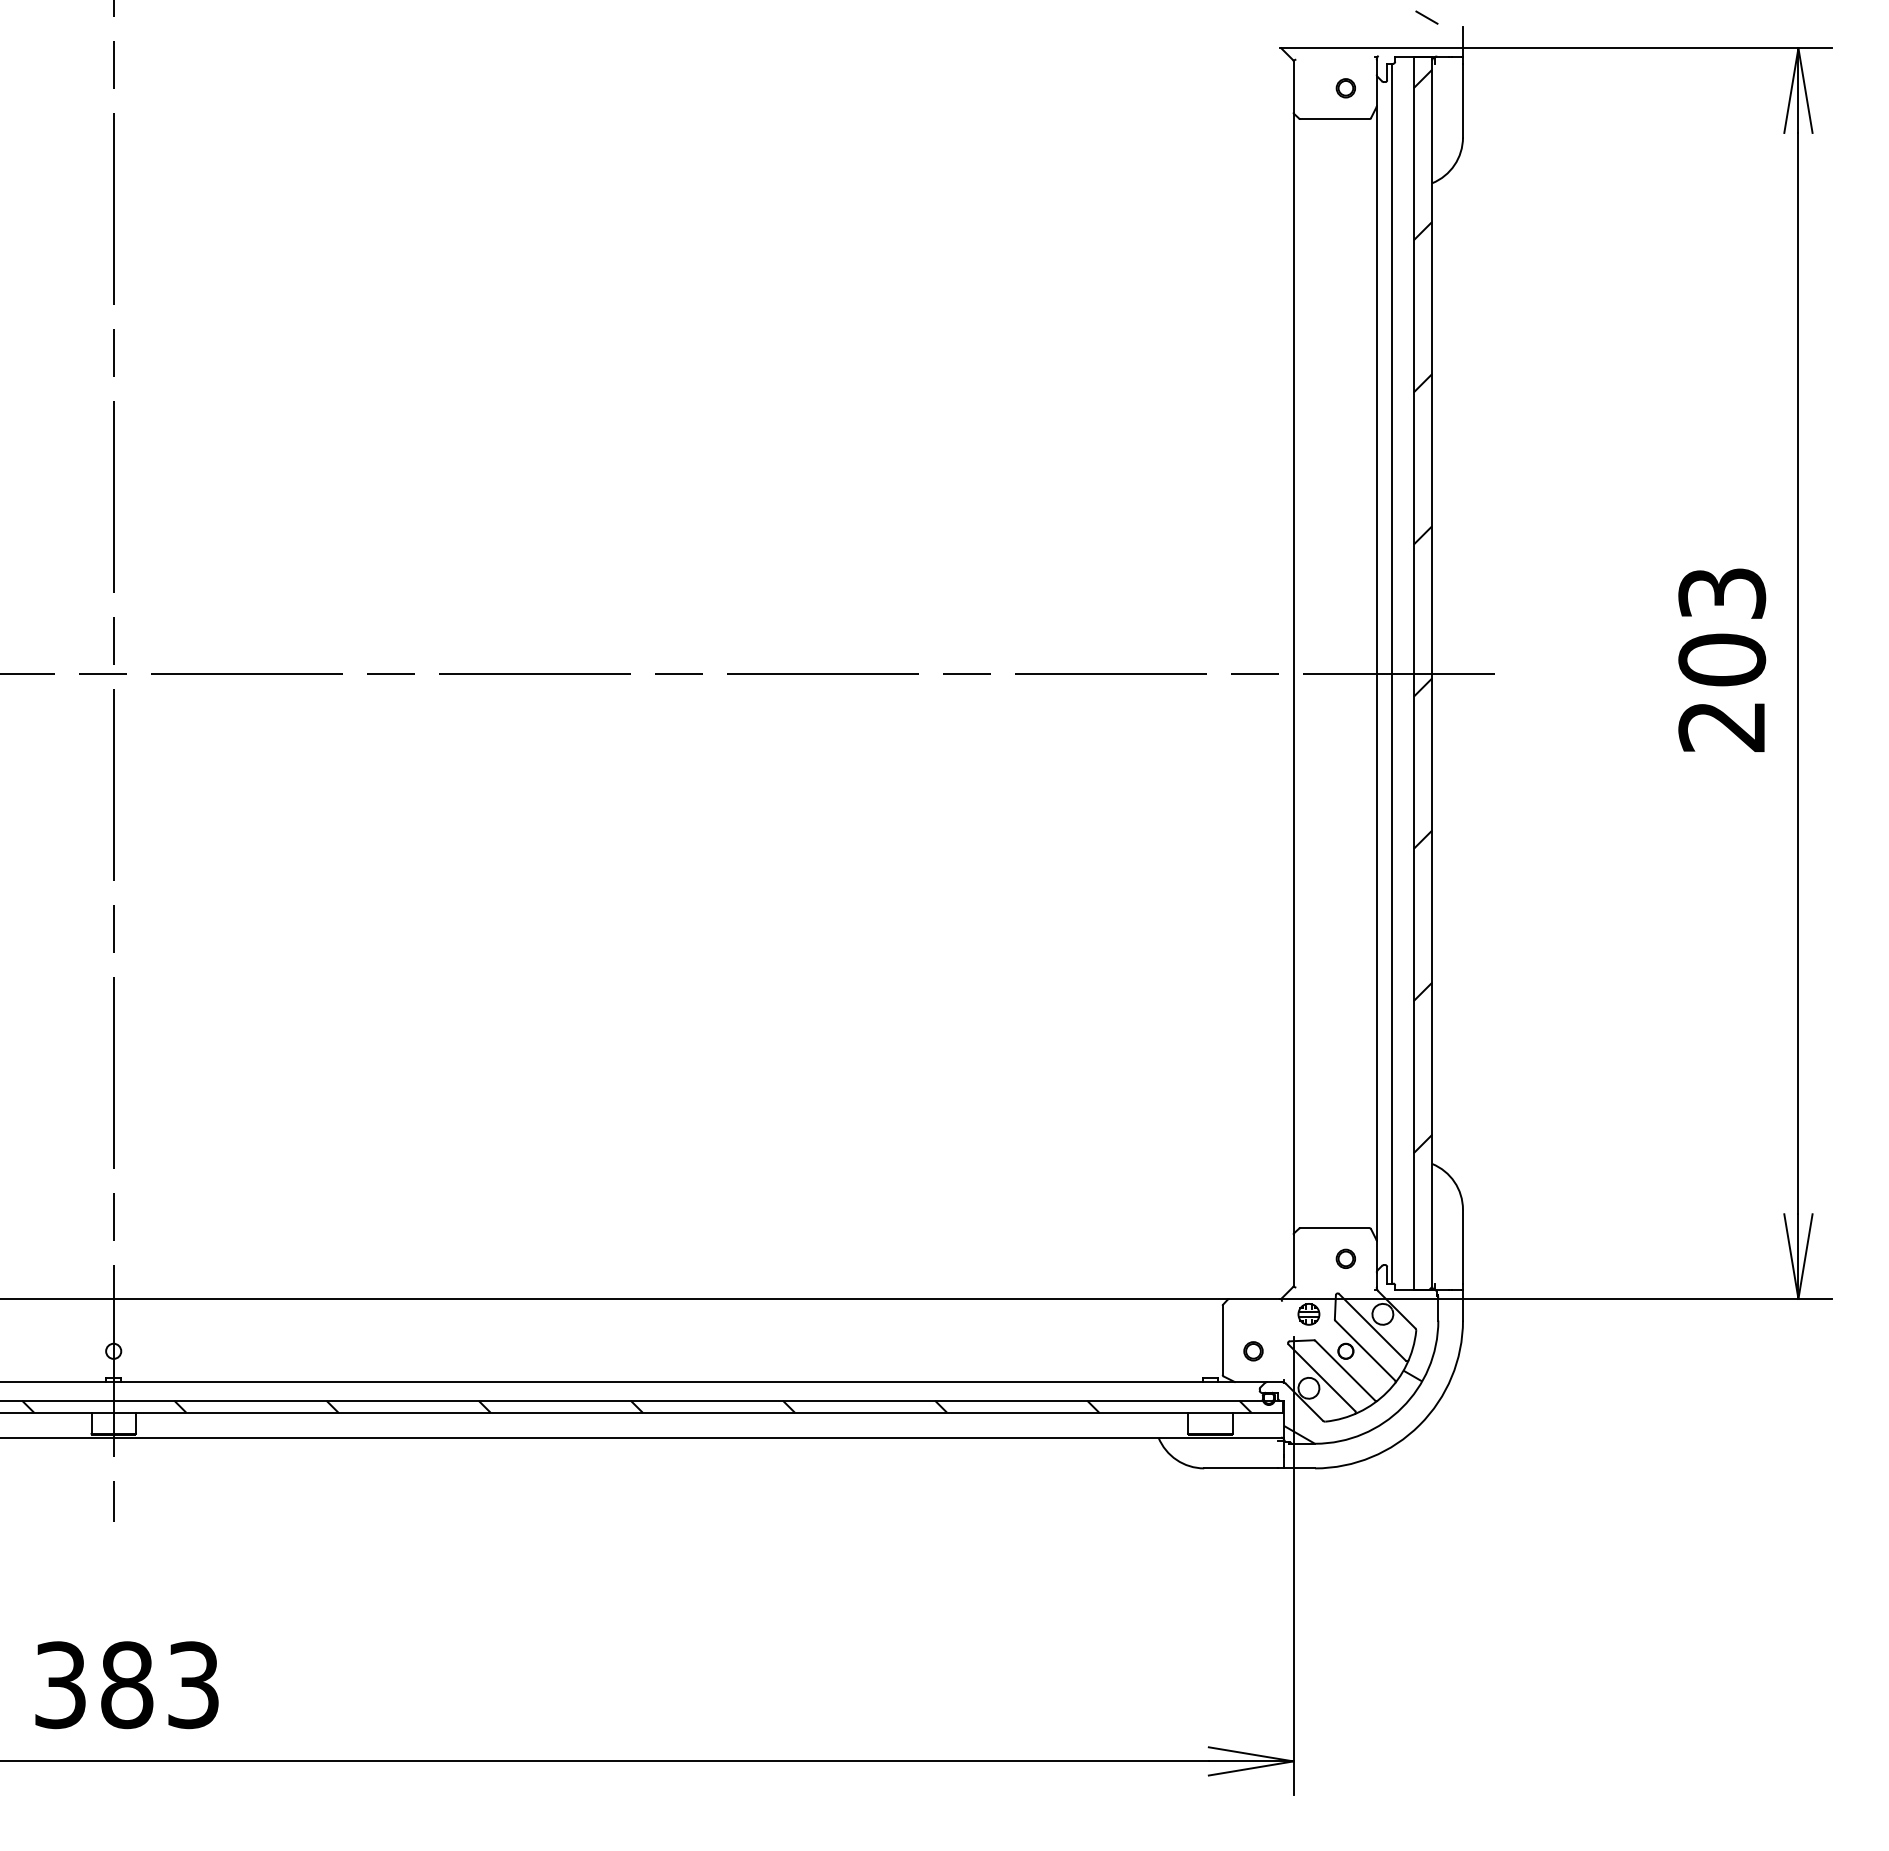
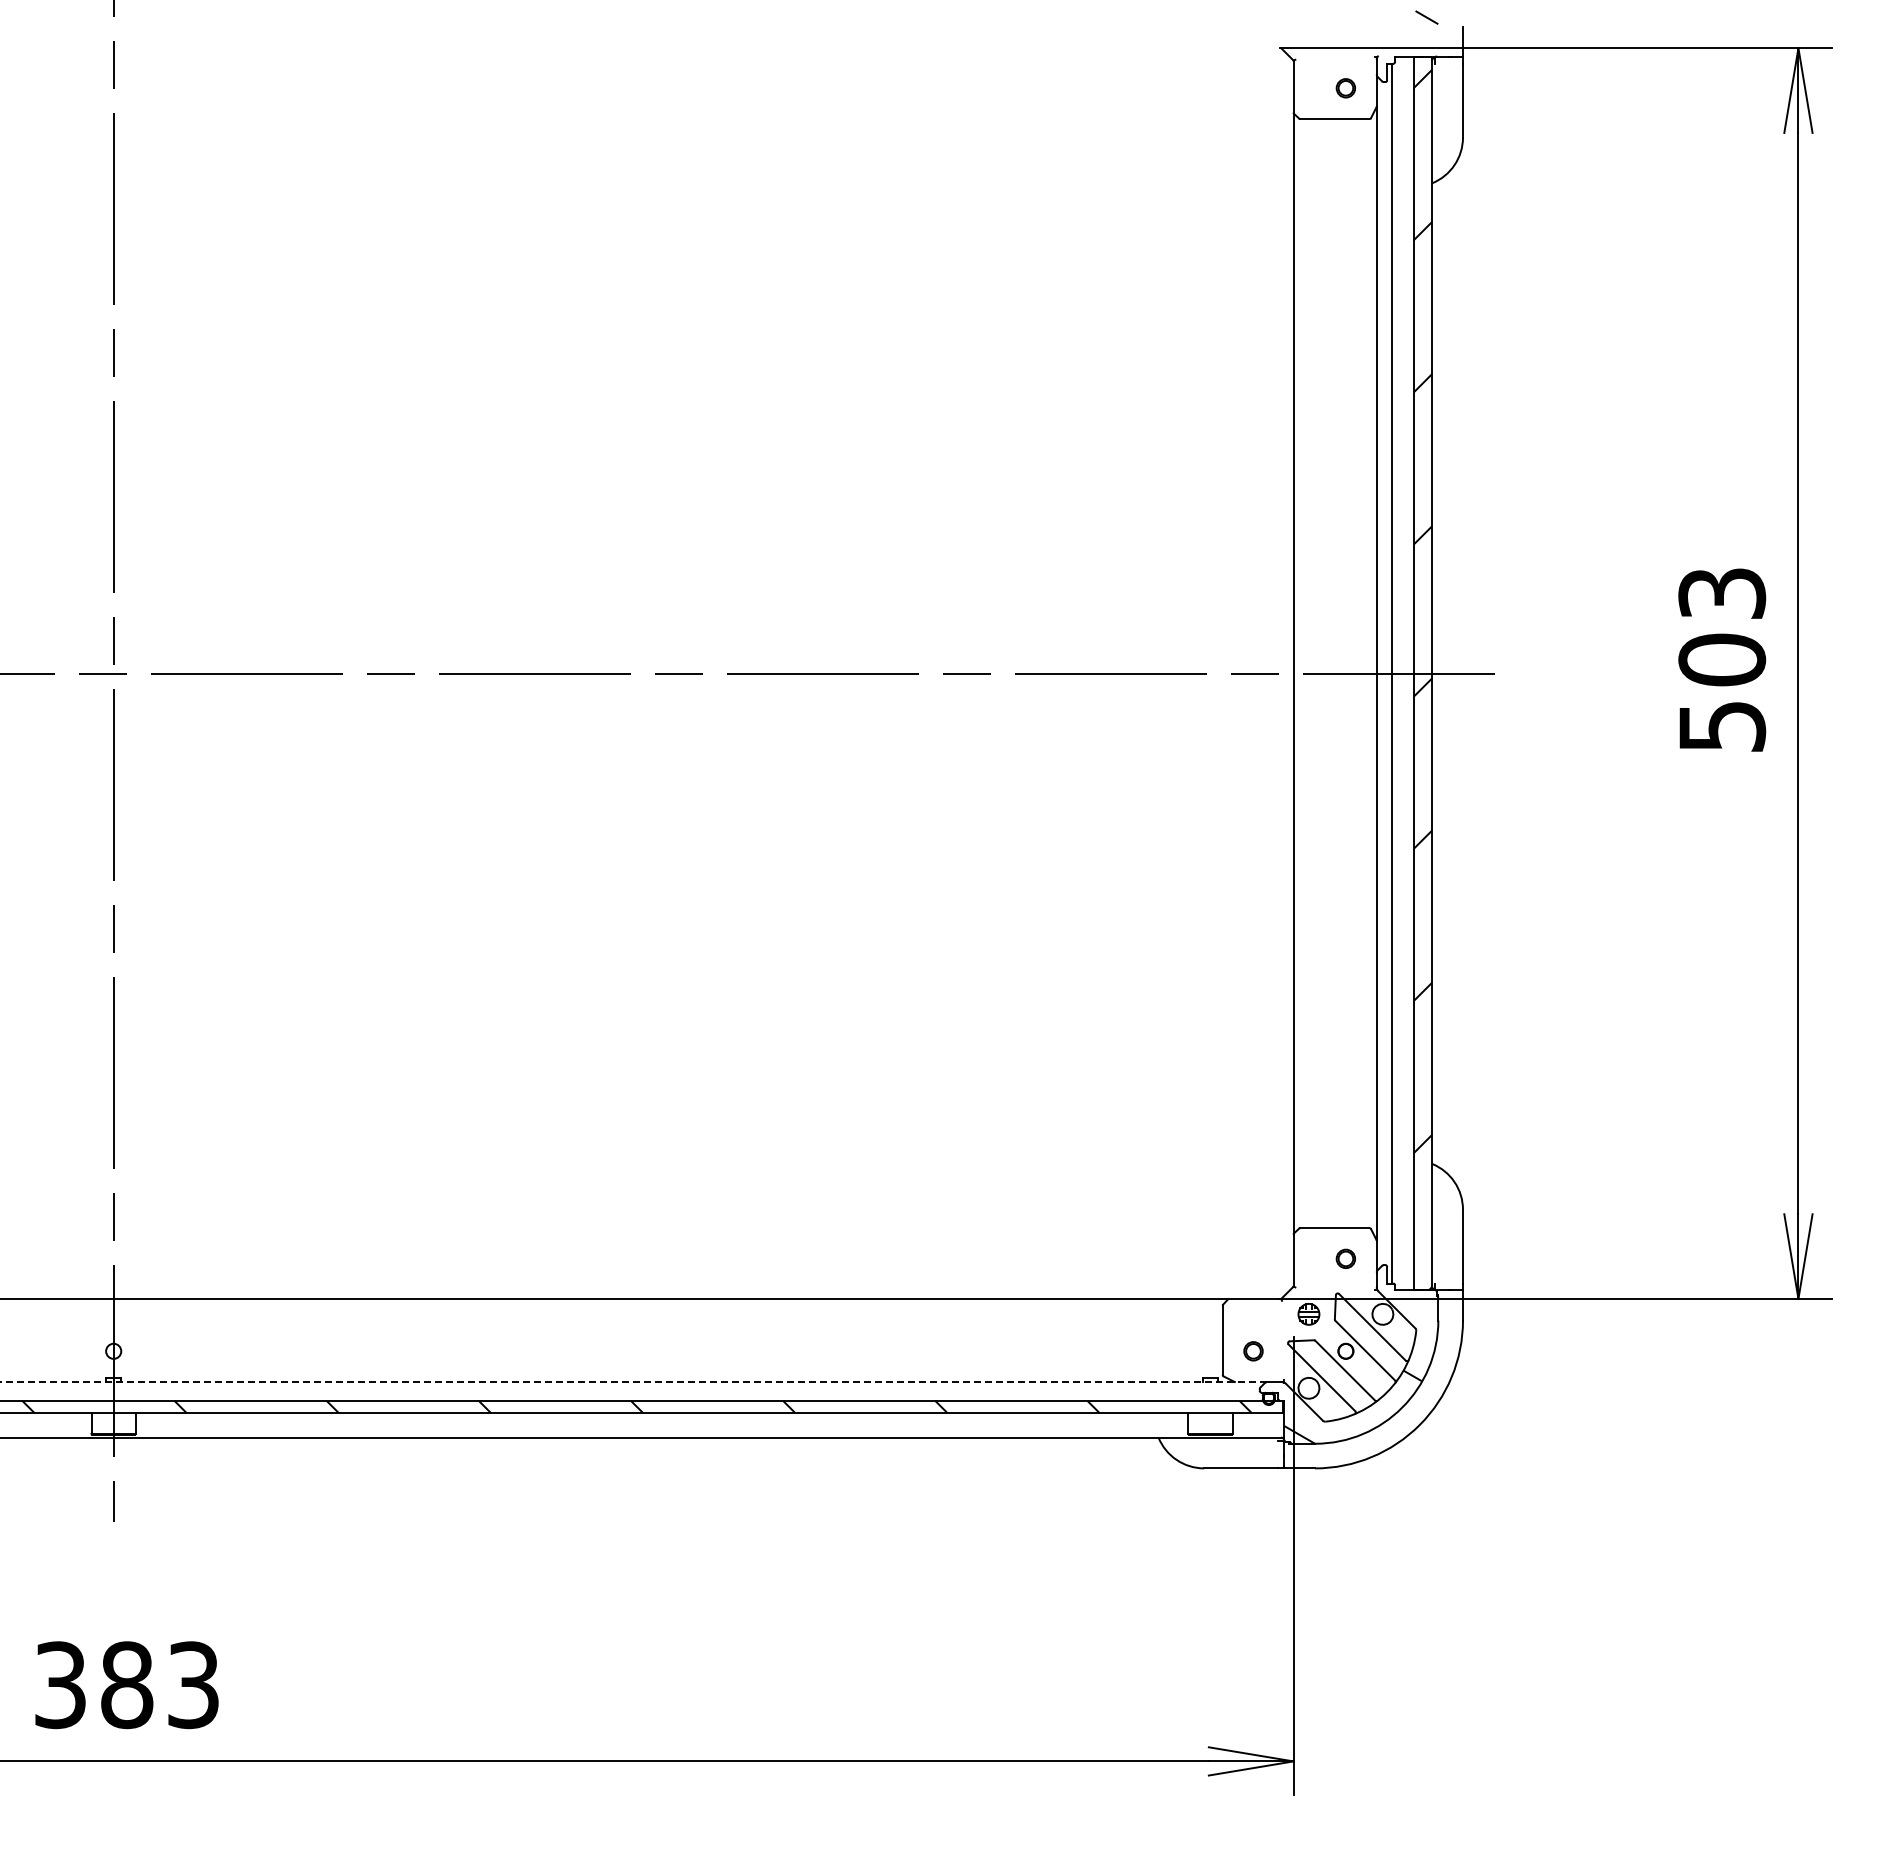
text at (1722, 727): 203 -> 503
line at (633, 1382): solid -> dashed
